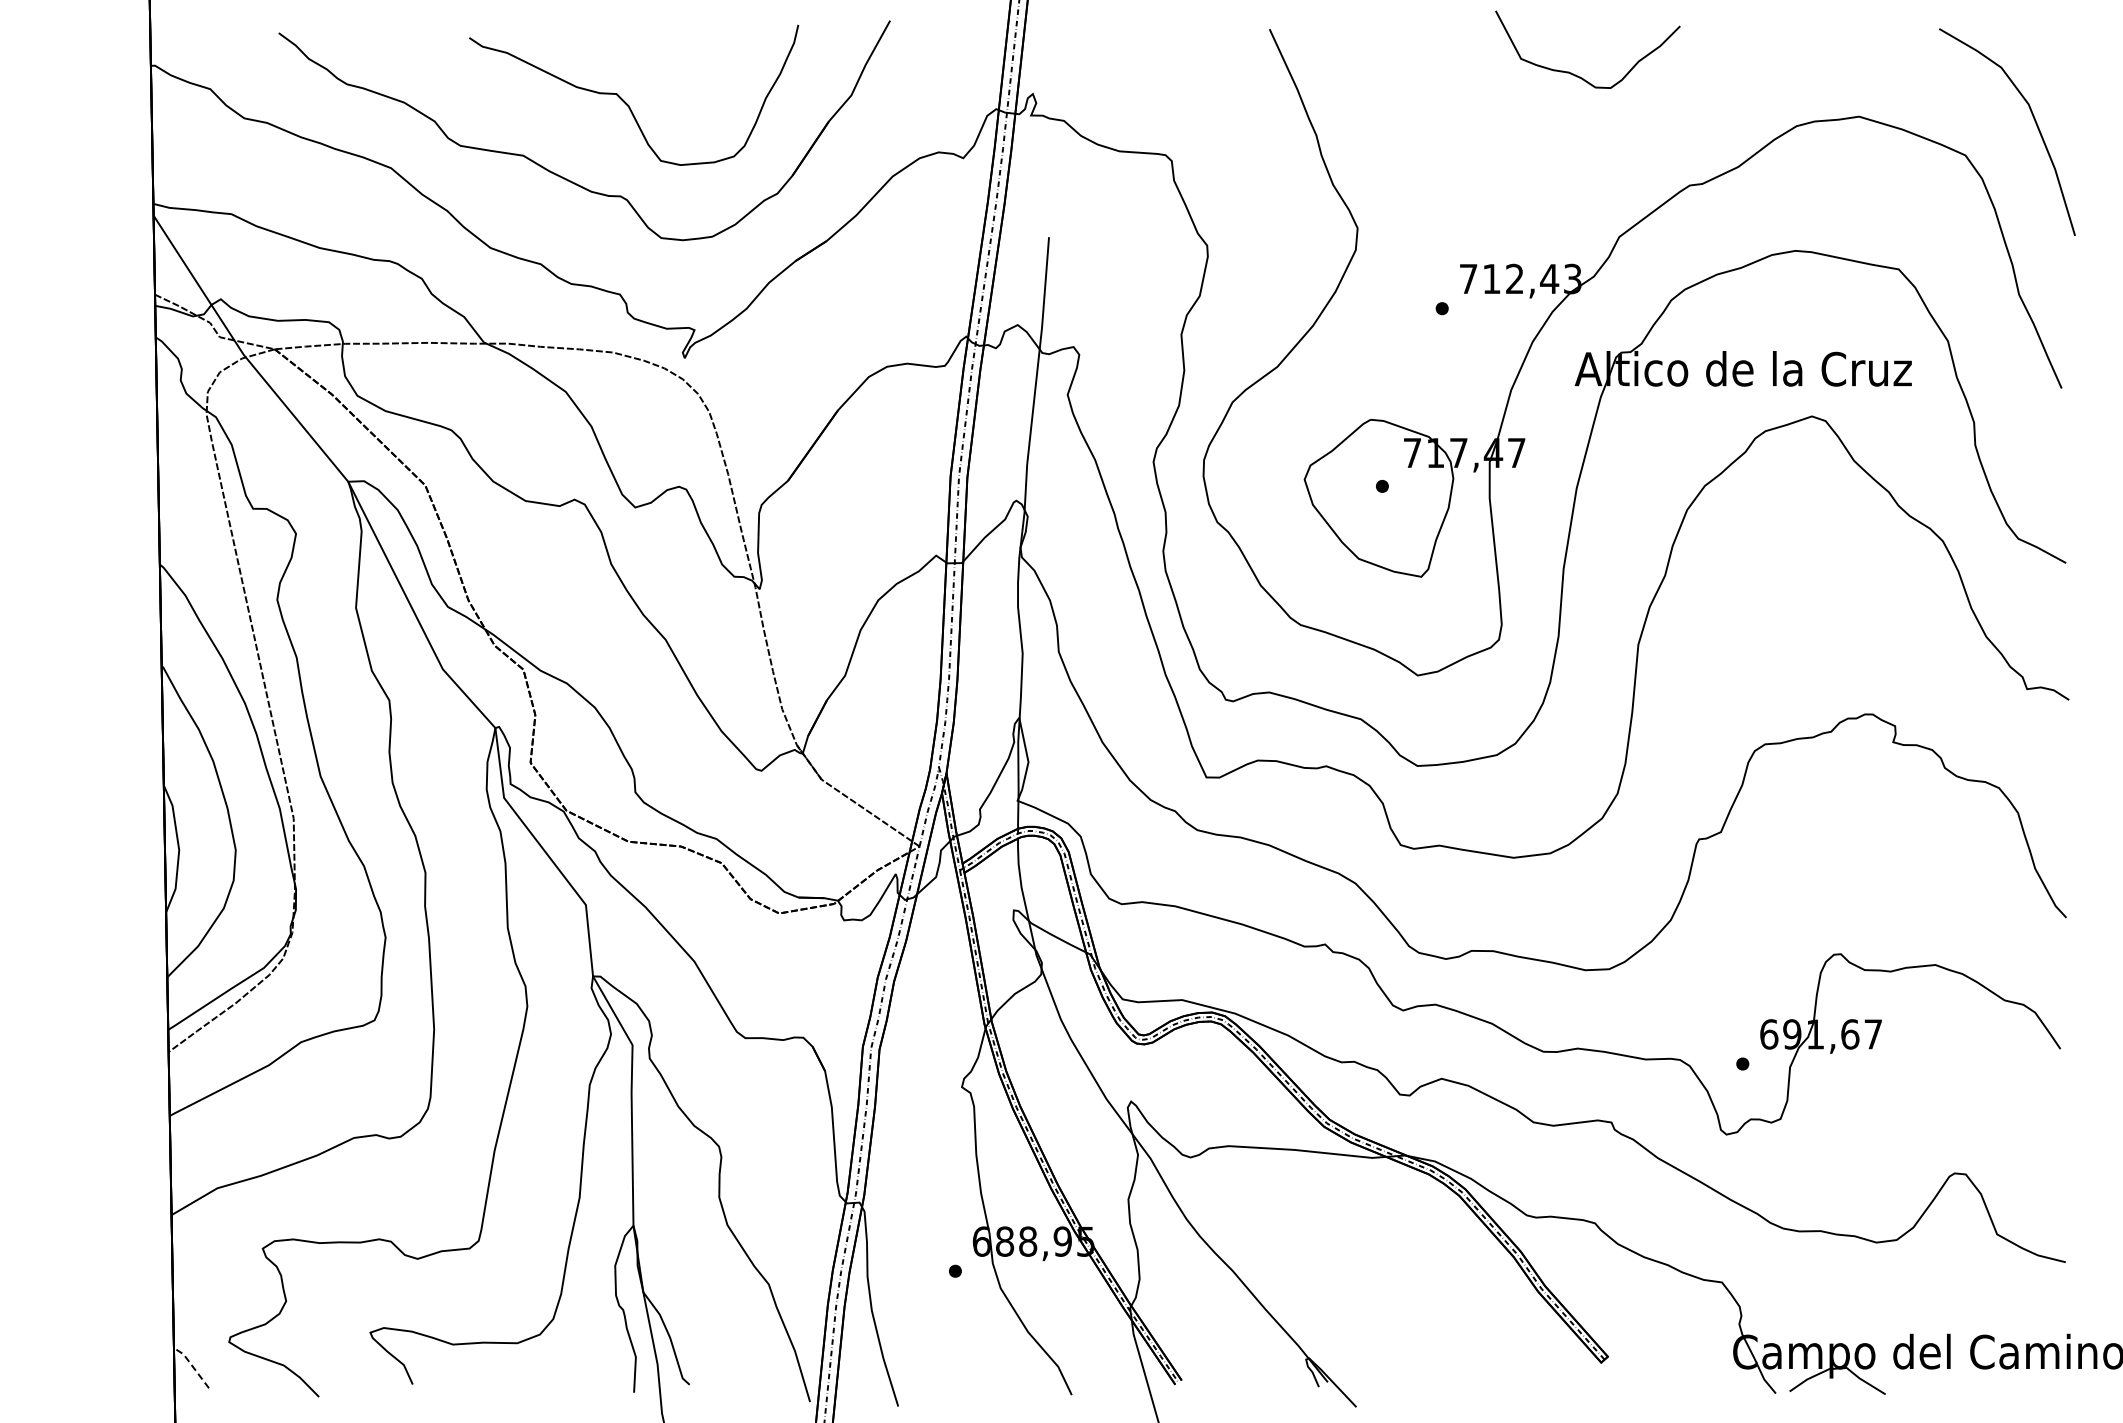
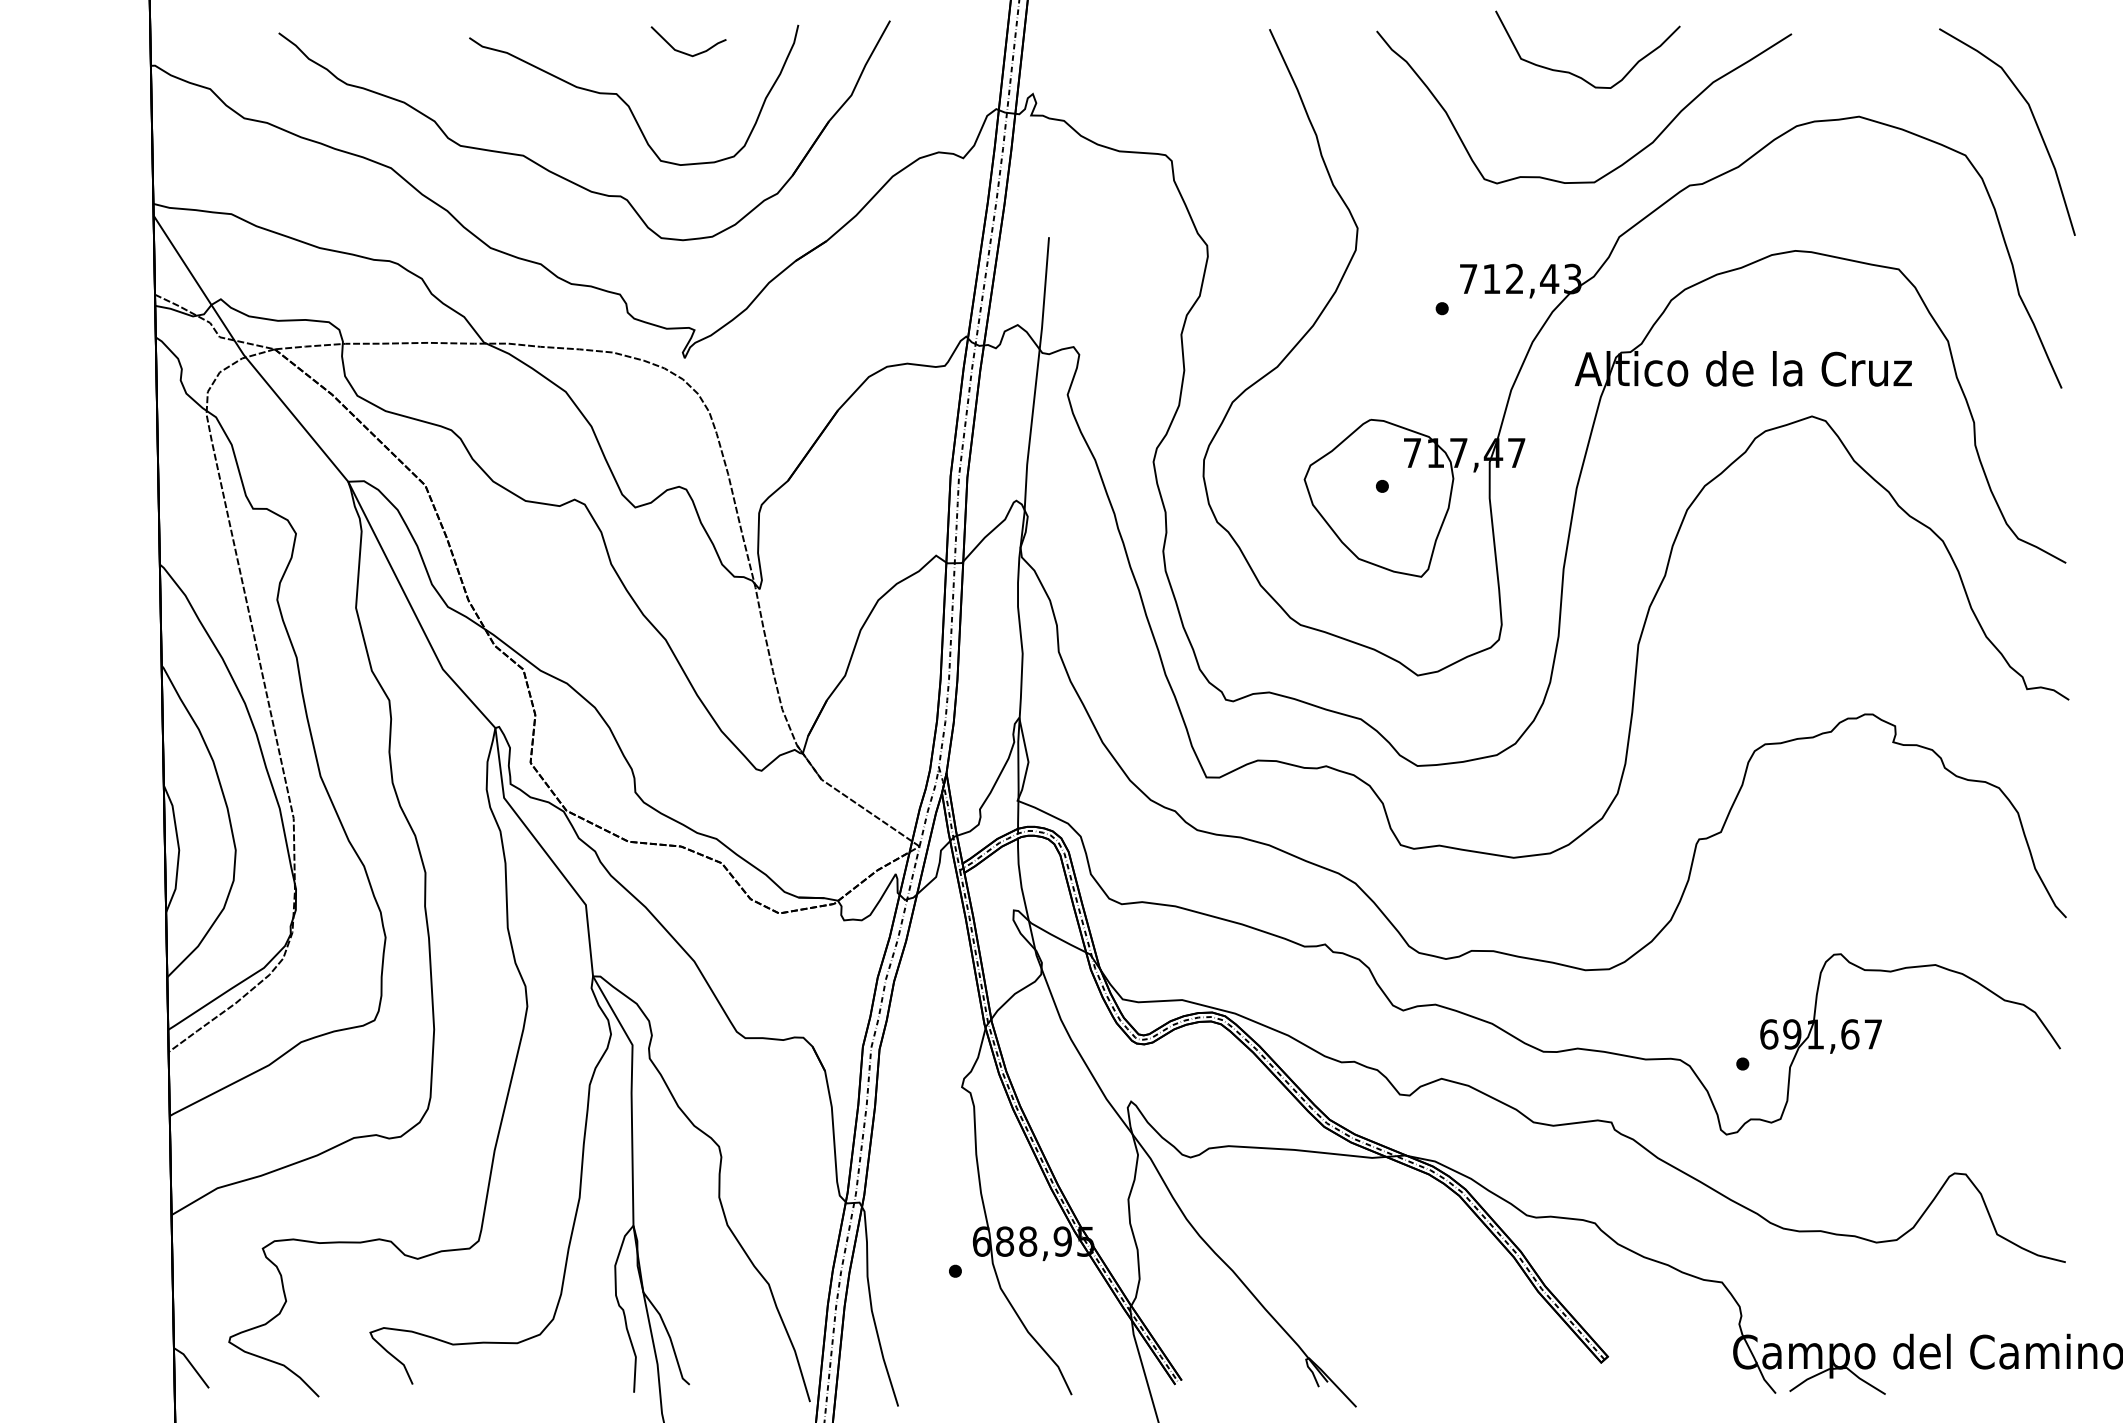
curve at (685, 52): none -> present
curve at (1623, 162): none -> present
line at (192, 1366): dashed -> solid
